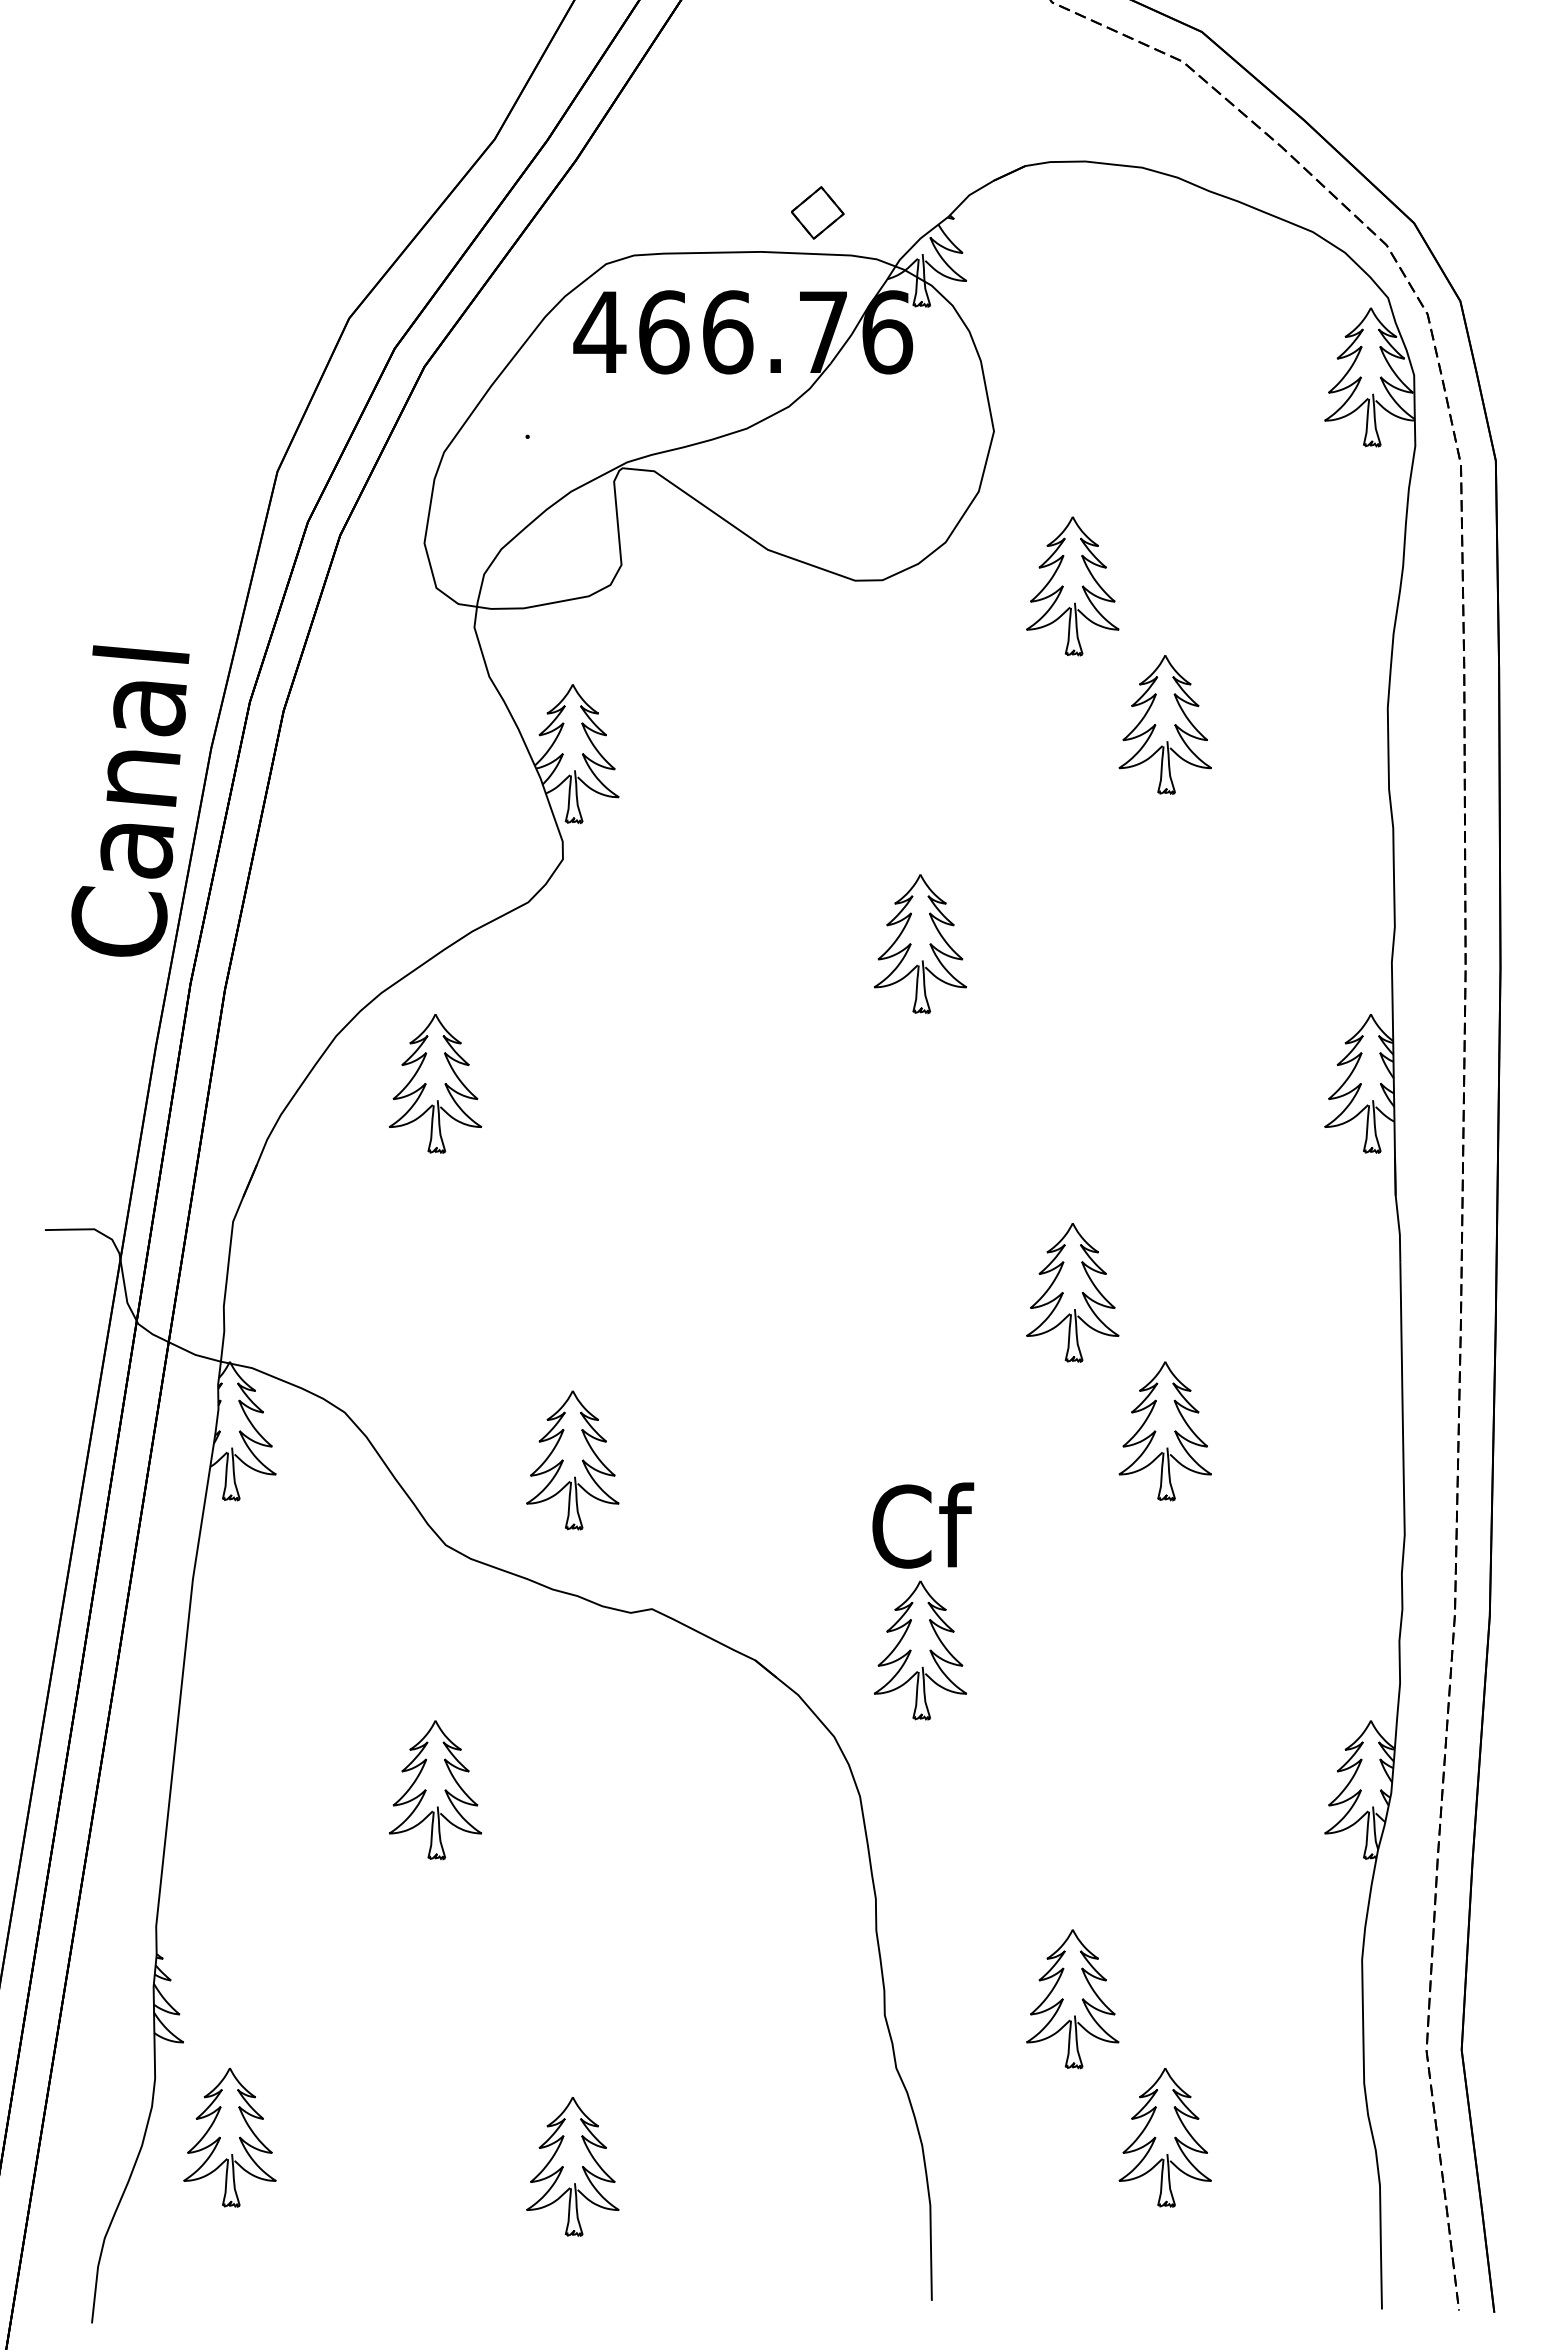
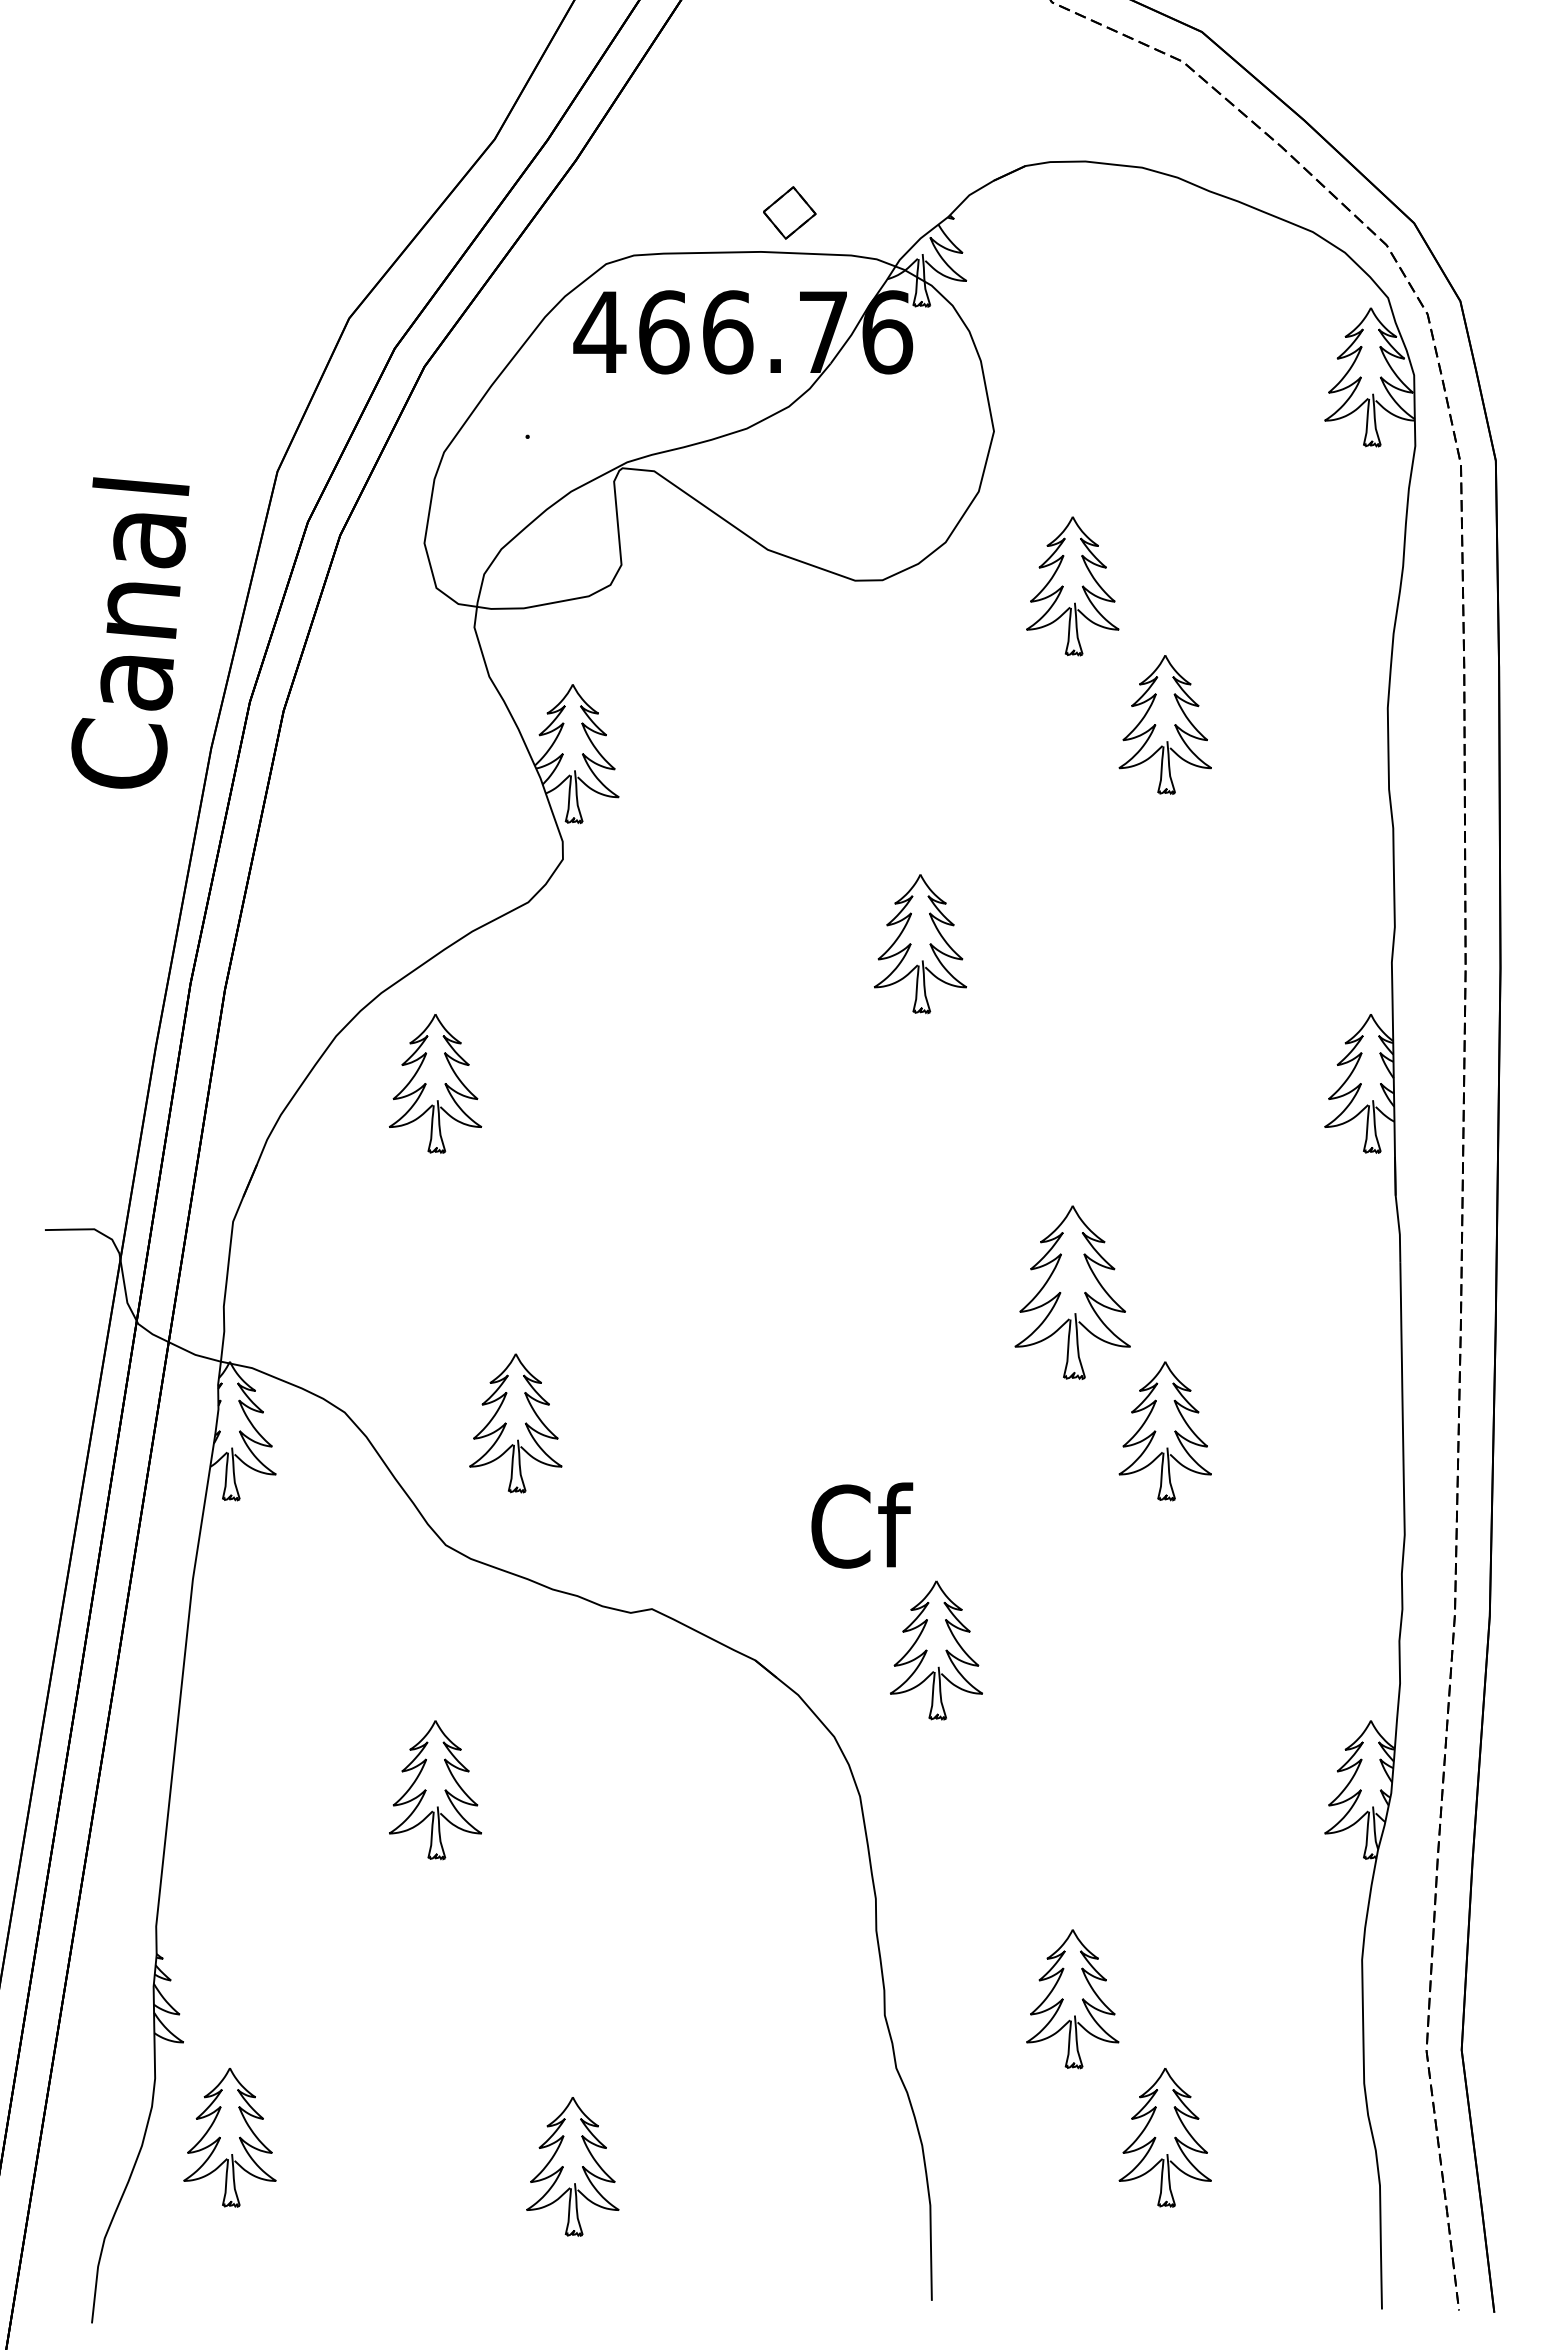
part at (817, 212) position: (817, 212) -> (789, 212)
text at (130, 800) position: (130, 800) -> (130, 632)
part at (1072, 1292) size: 94x140 px -> 117x175 px
part at (572, 1460) position: (572, 1460) -> (515, 1423)
text at (923, 1525) position: (923, 1525) -> (862, 1525)
part at (920, 1650) position: (920, 1650) -> (936, 1650)
